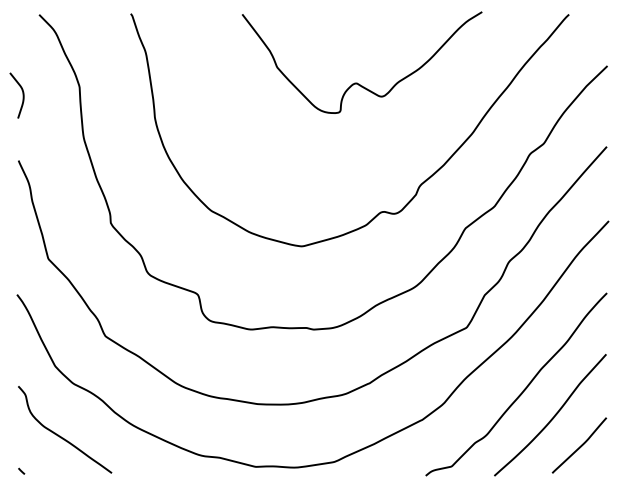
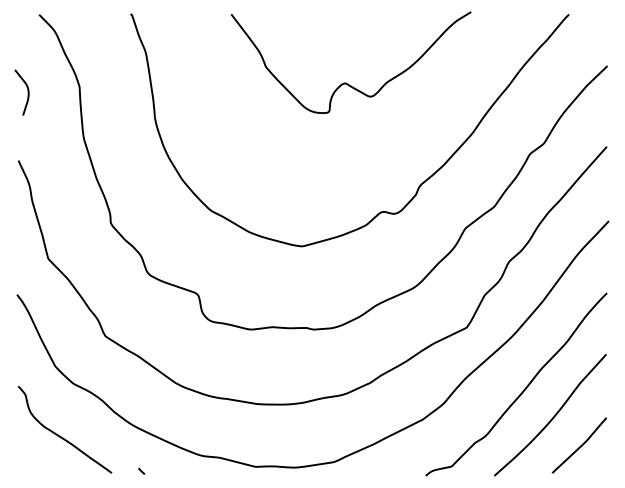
curve at (357, 82) position: (357, 82) -> (346, 82)
curve at (22, 95) position: (22, 95) -> (27, 92)
line at (21, 470) position: (21, 470) -> (141, 470)
